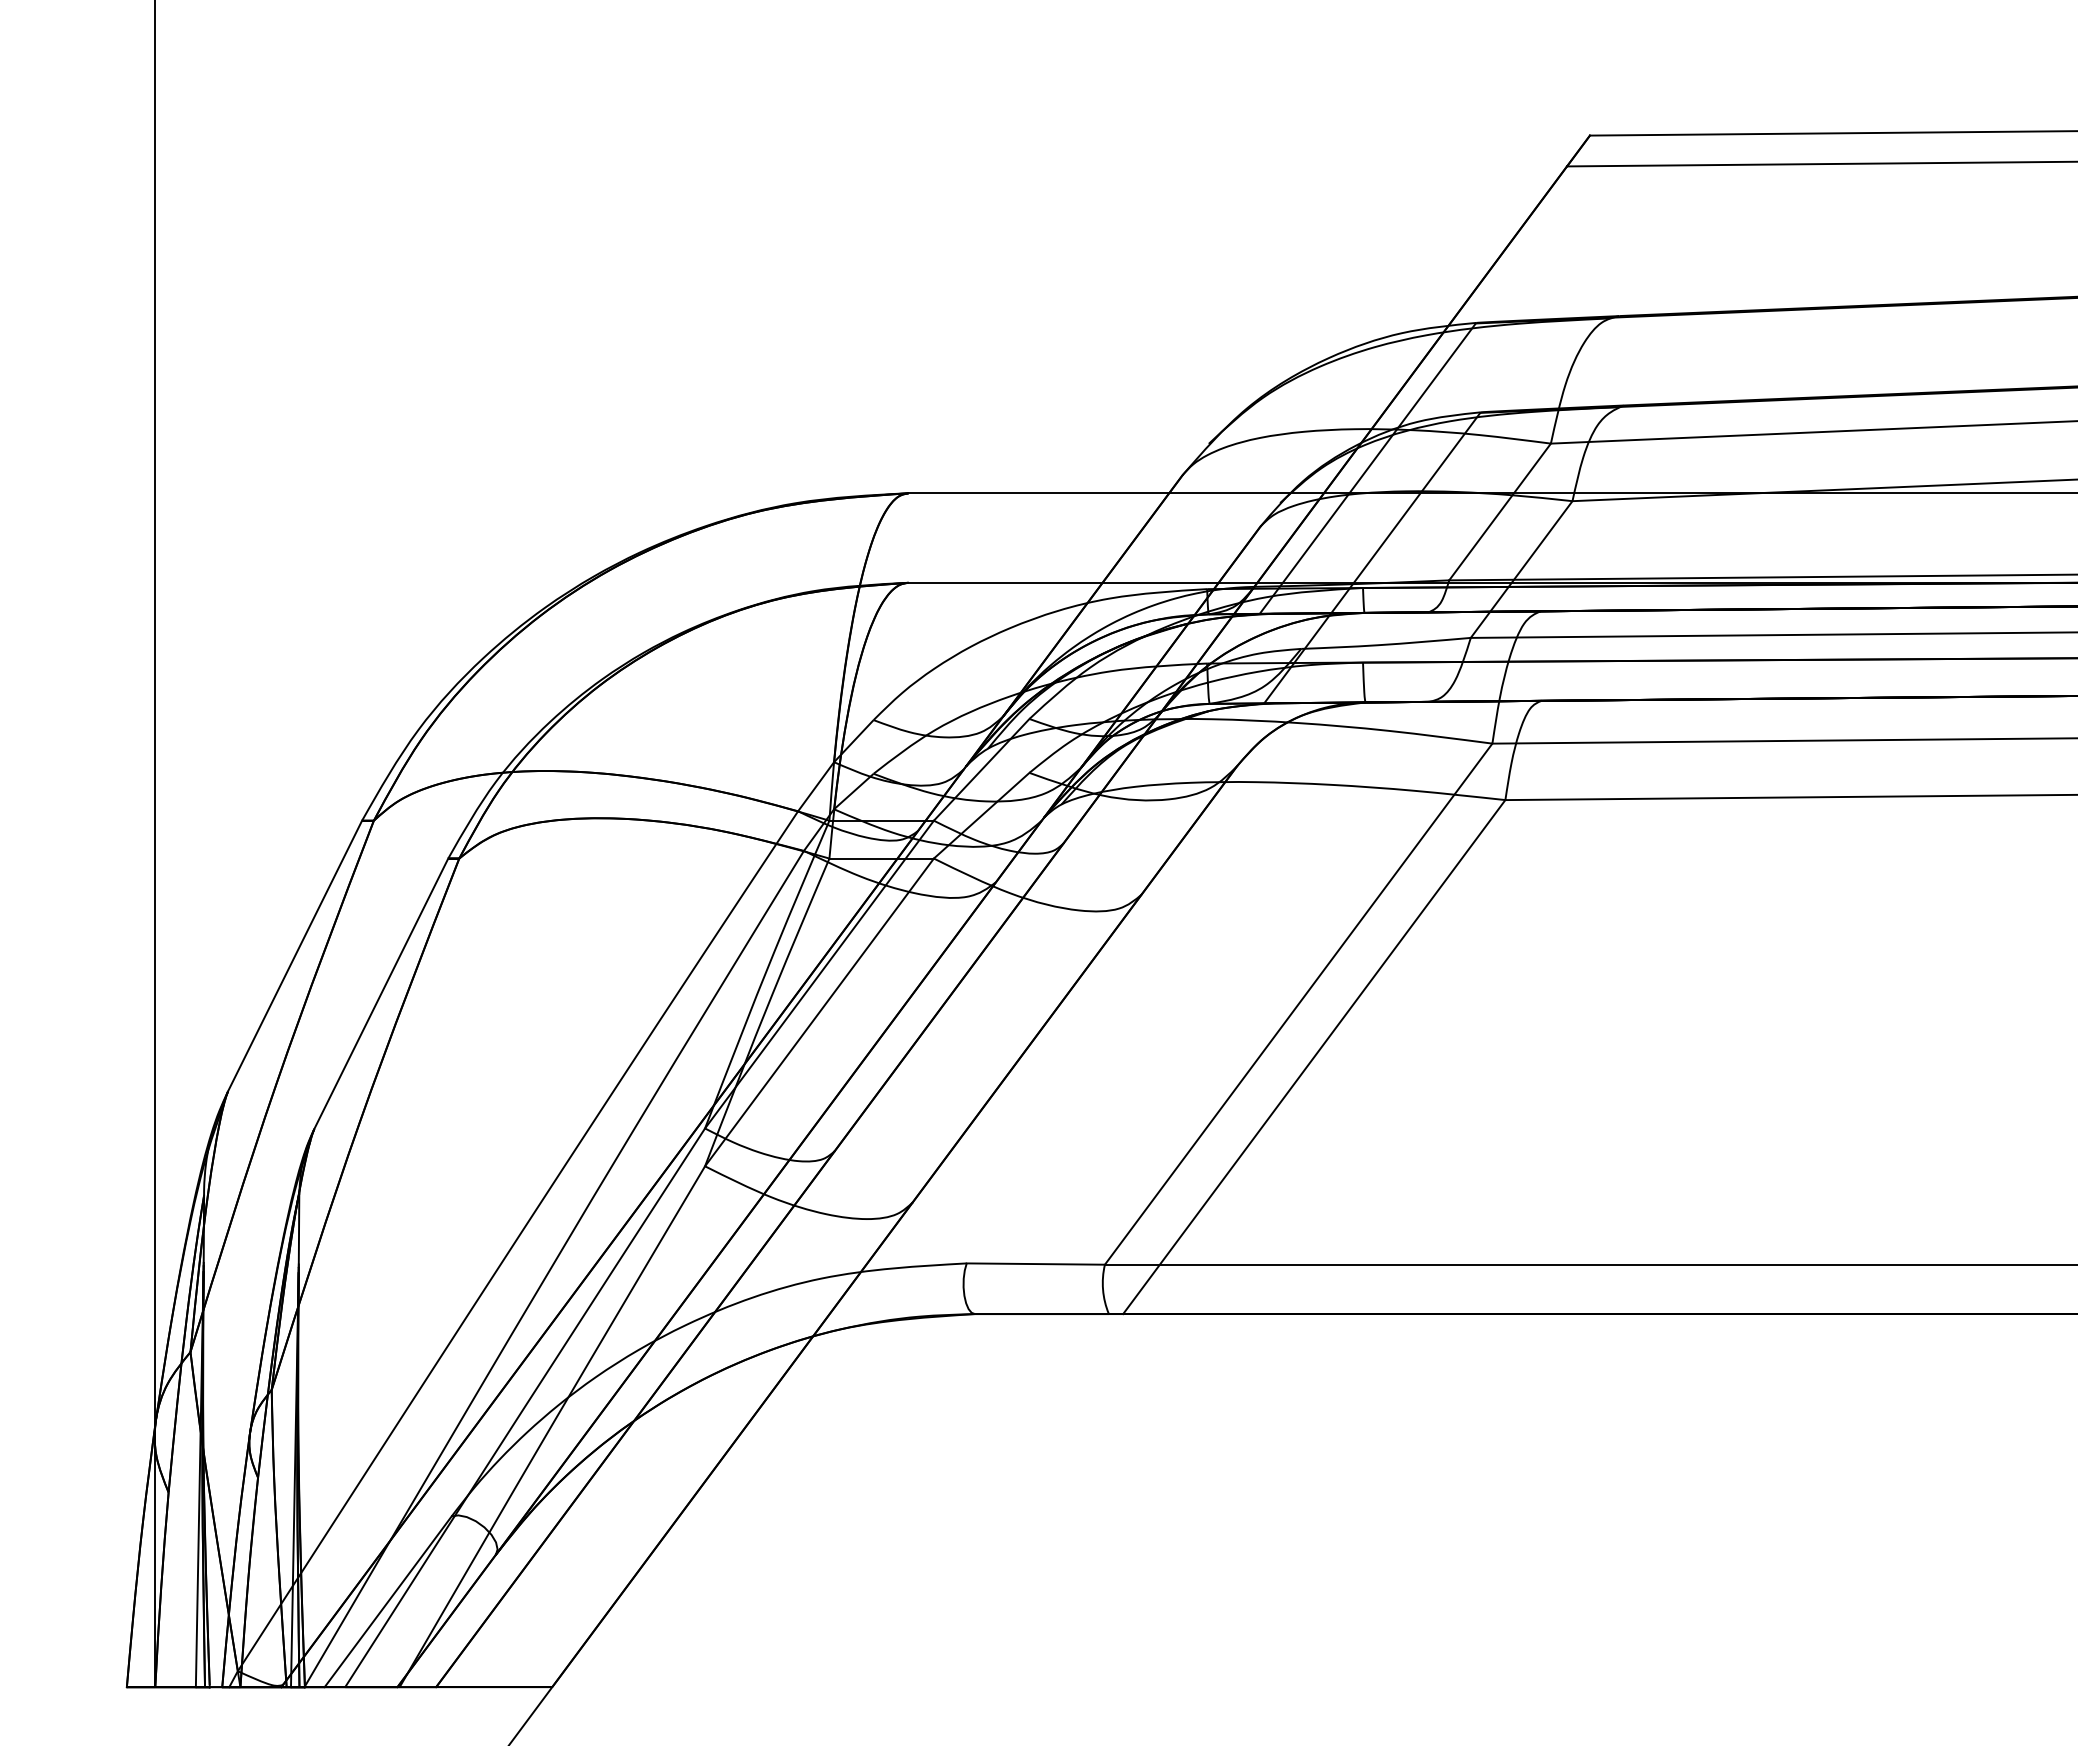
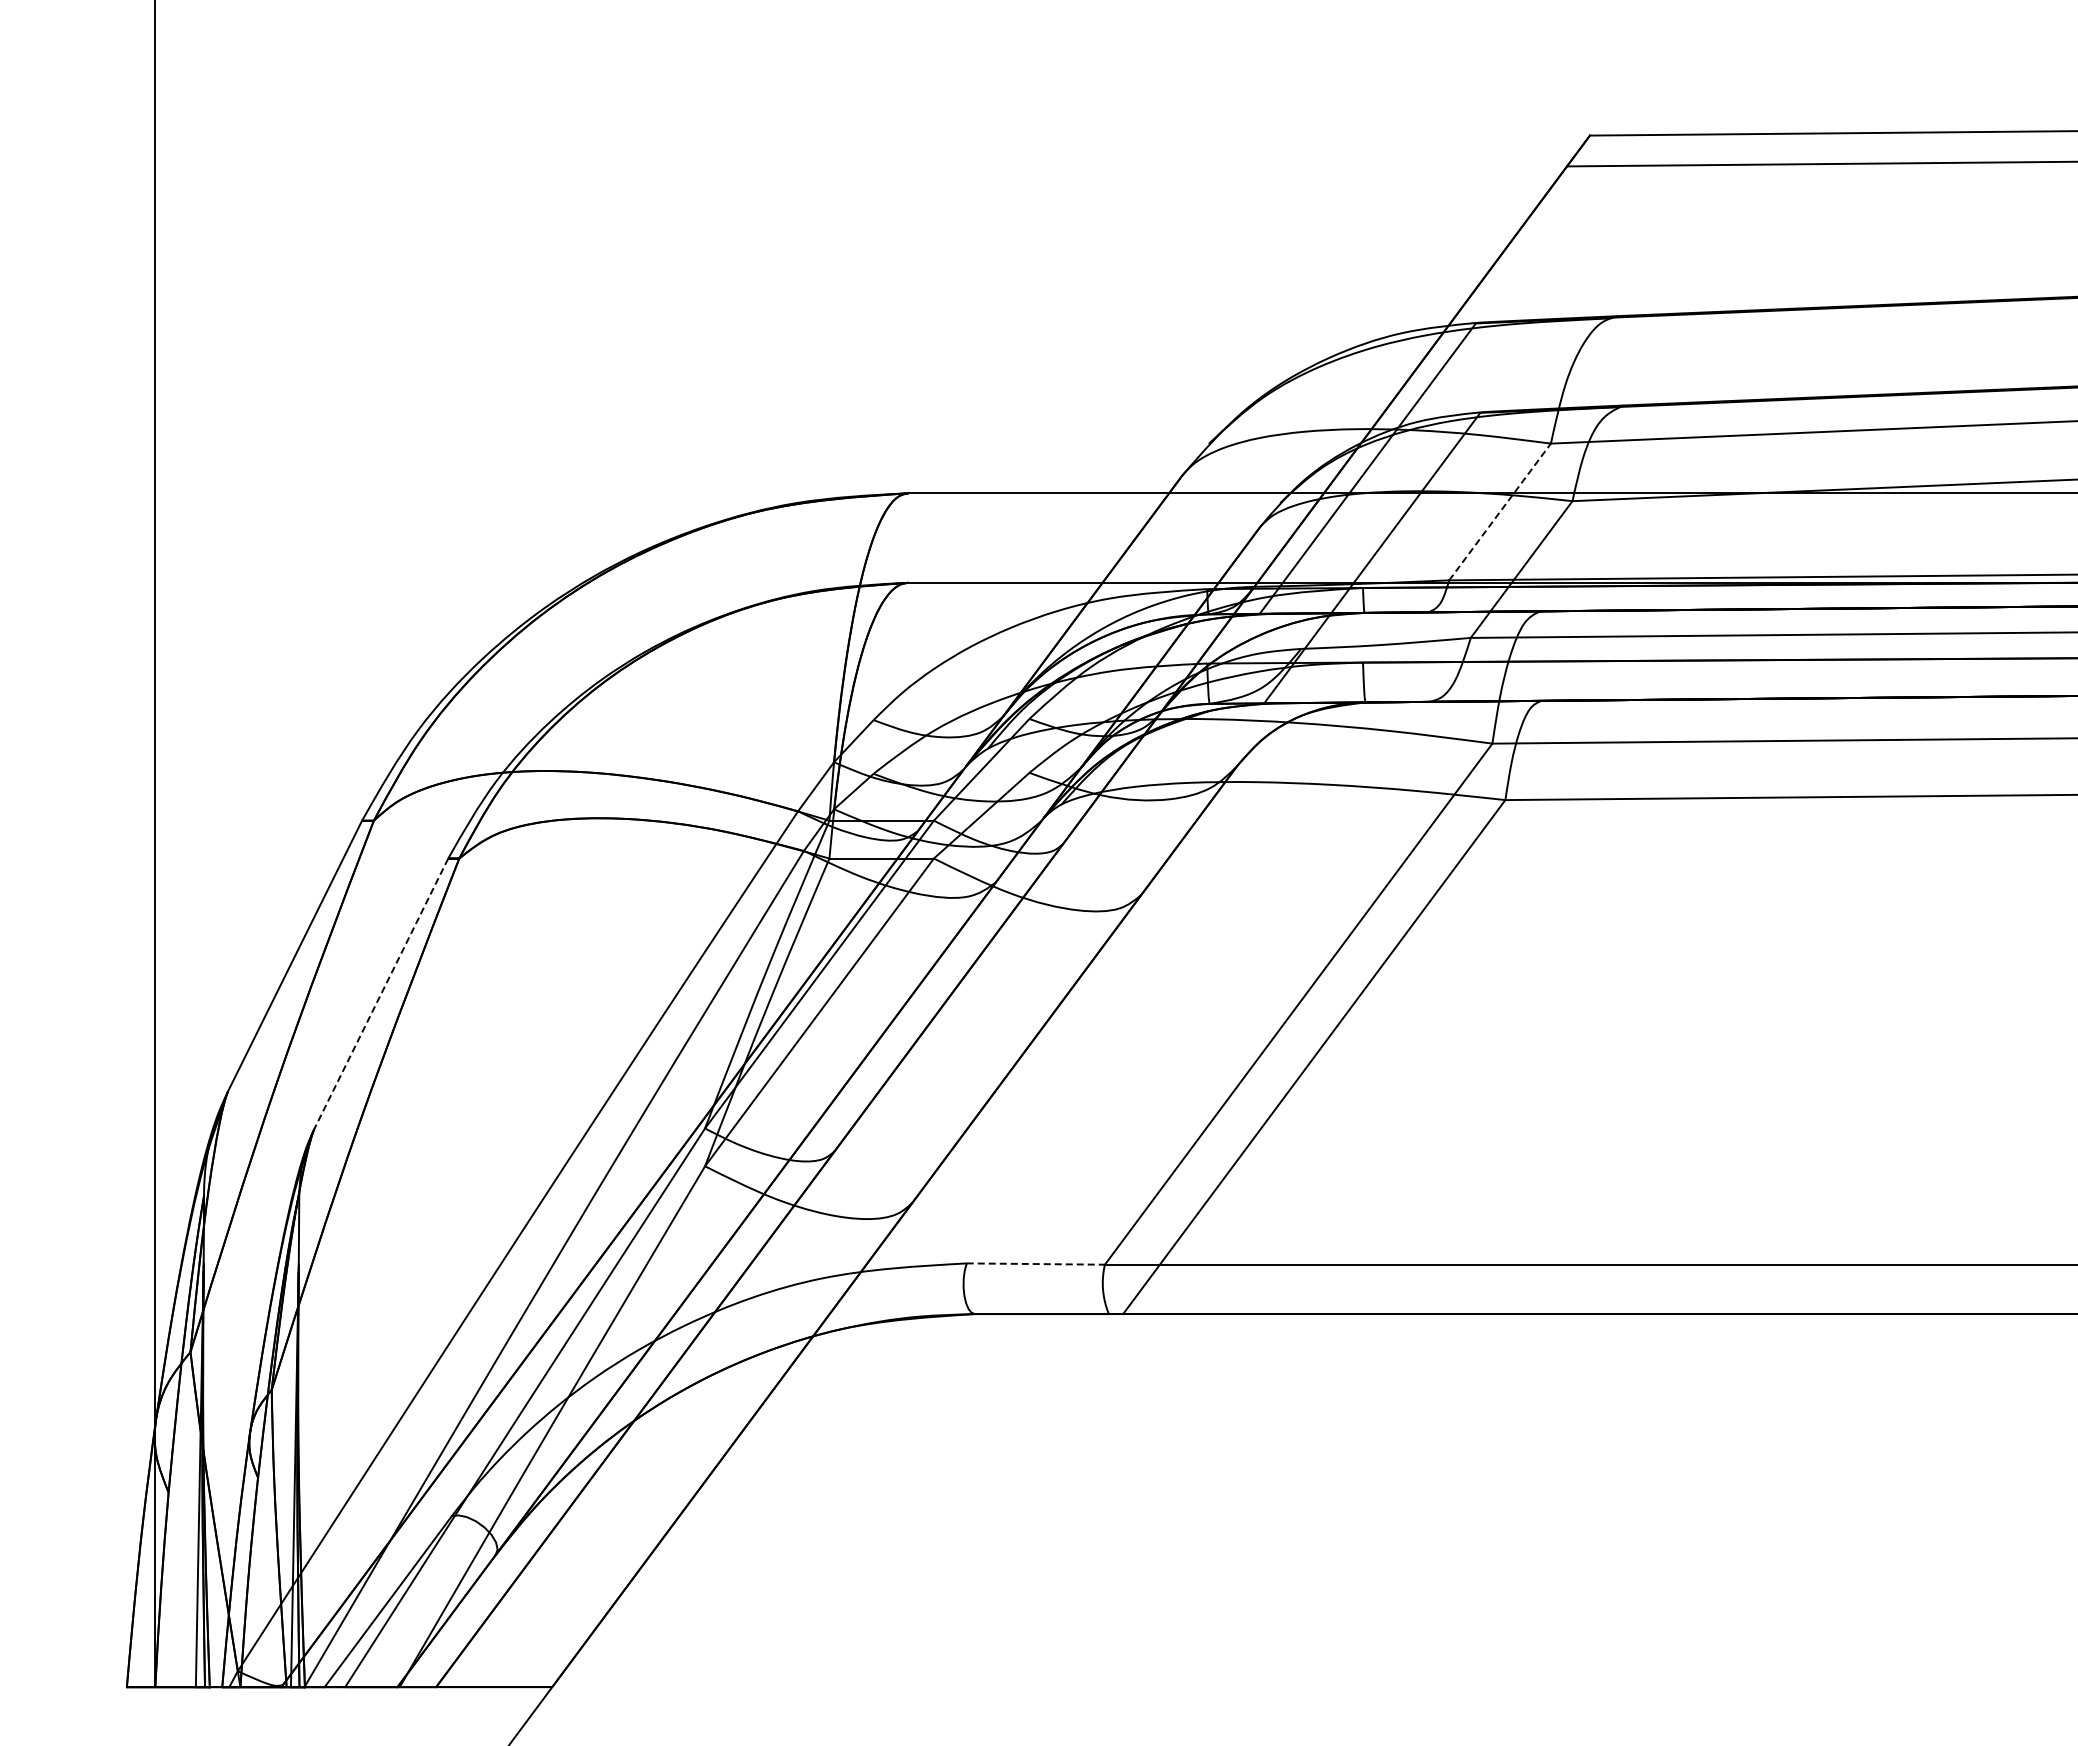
line at (1500, 511): solid -> dashed
line at (381, 993): solid -> dashed
line at (1036, 1264): solid -> dashed
